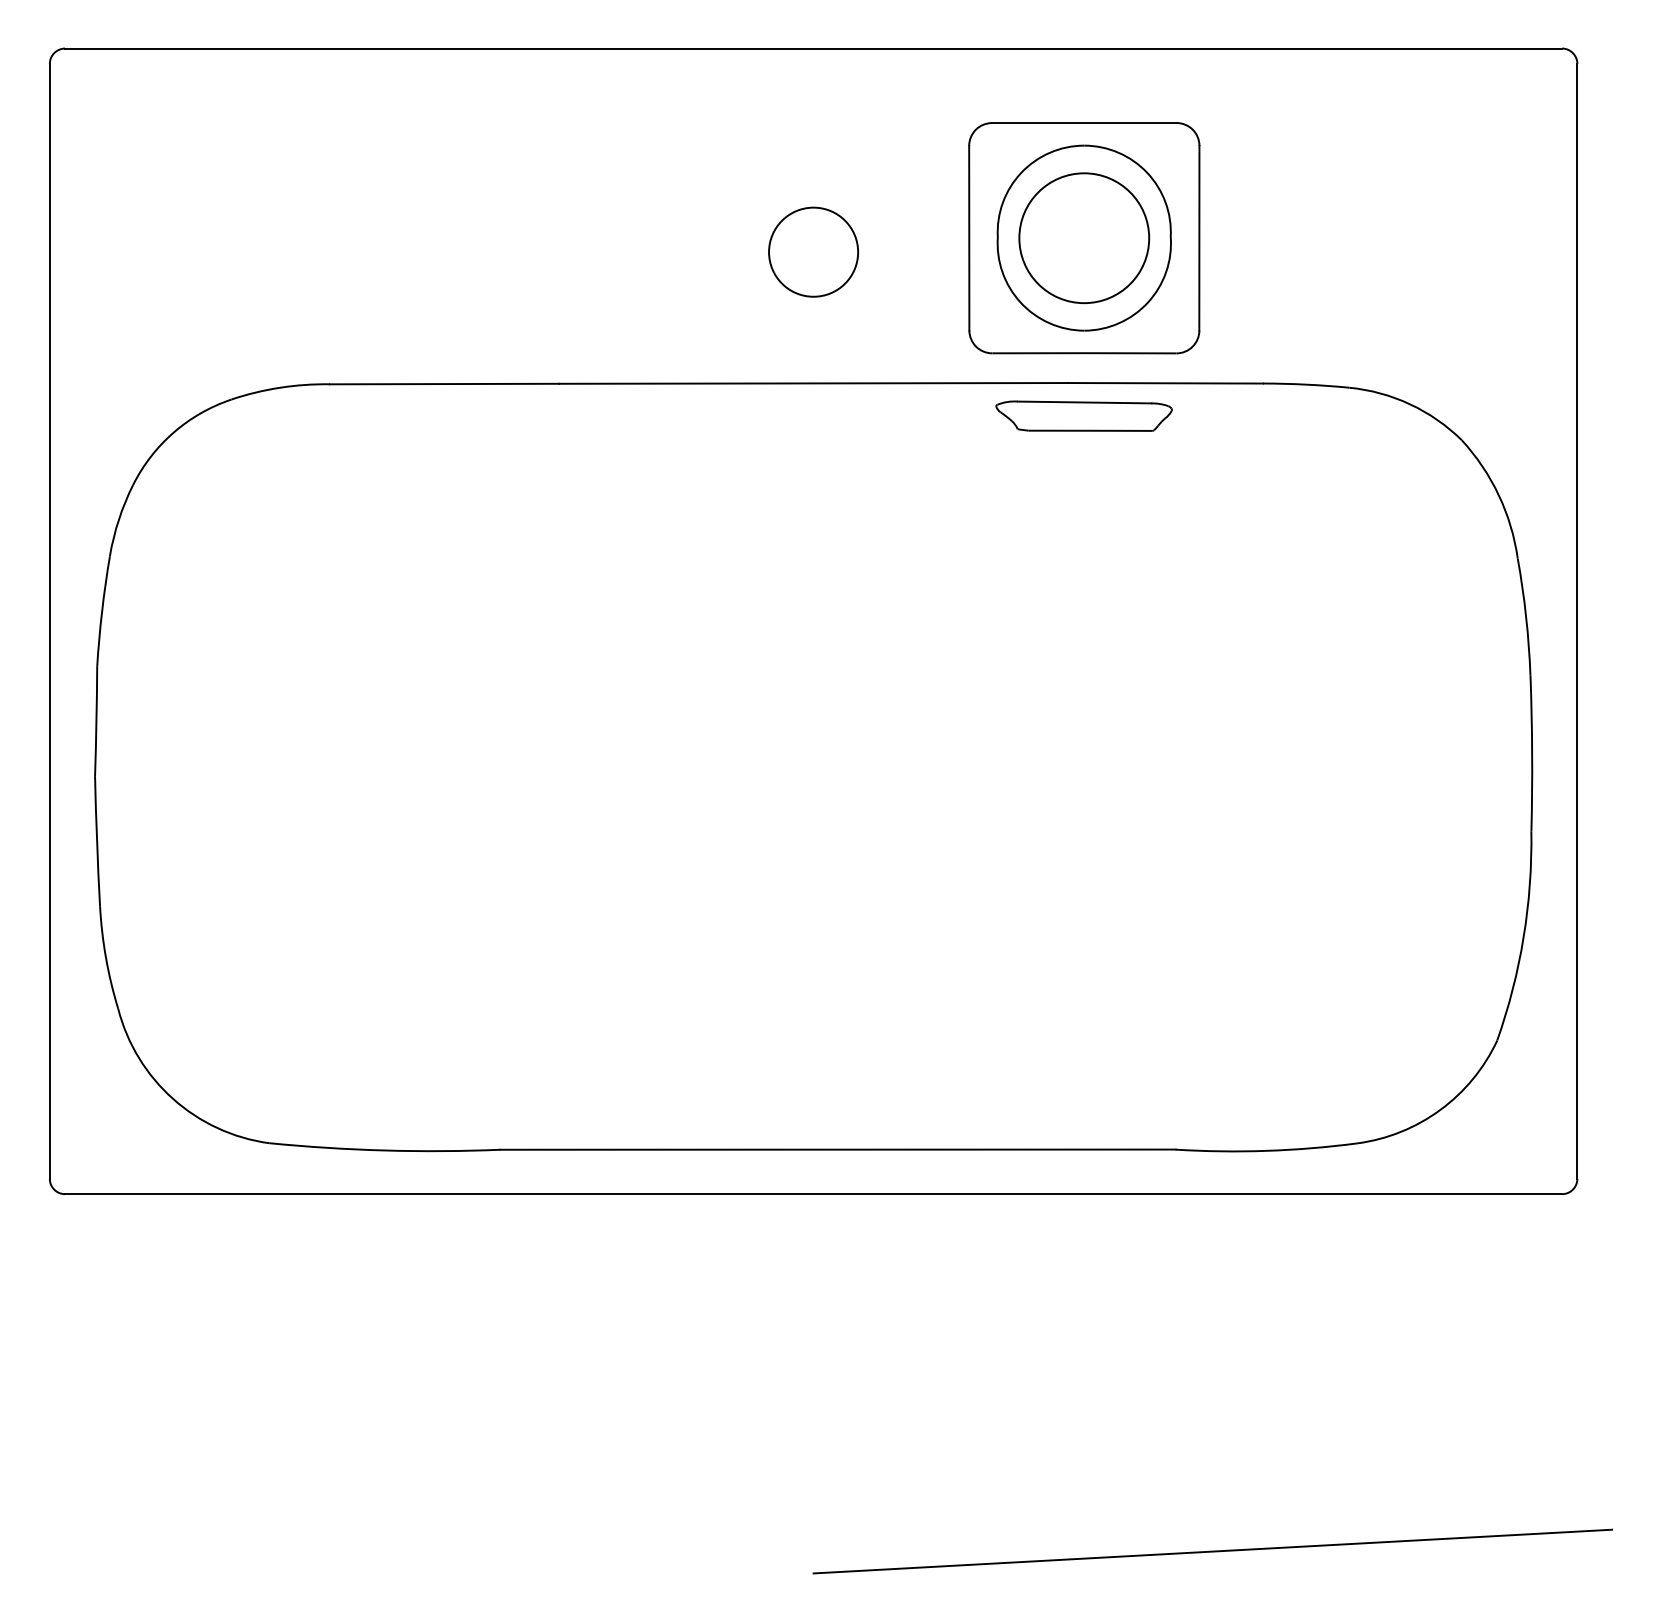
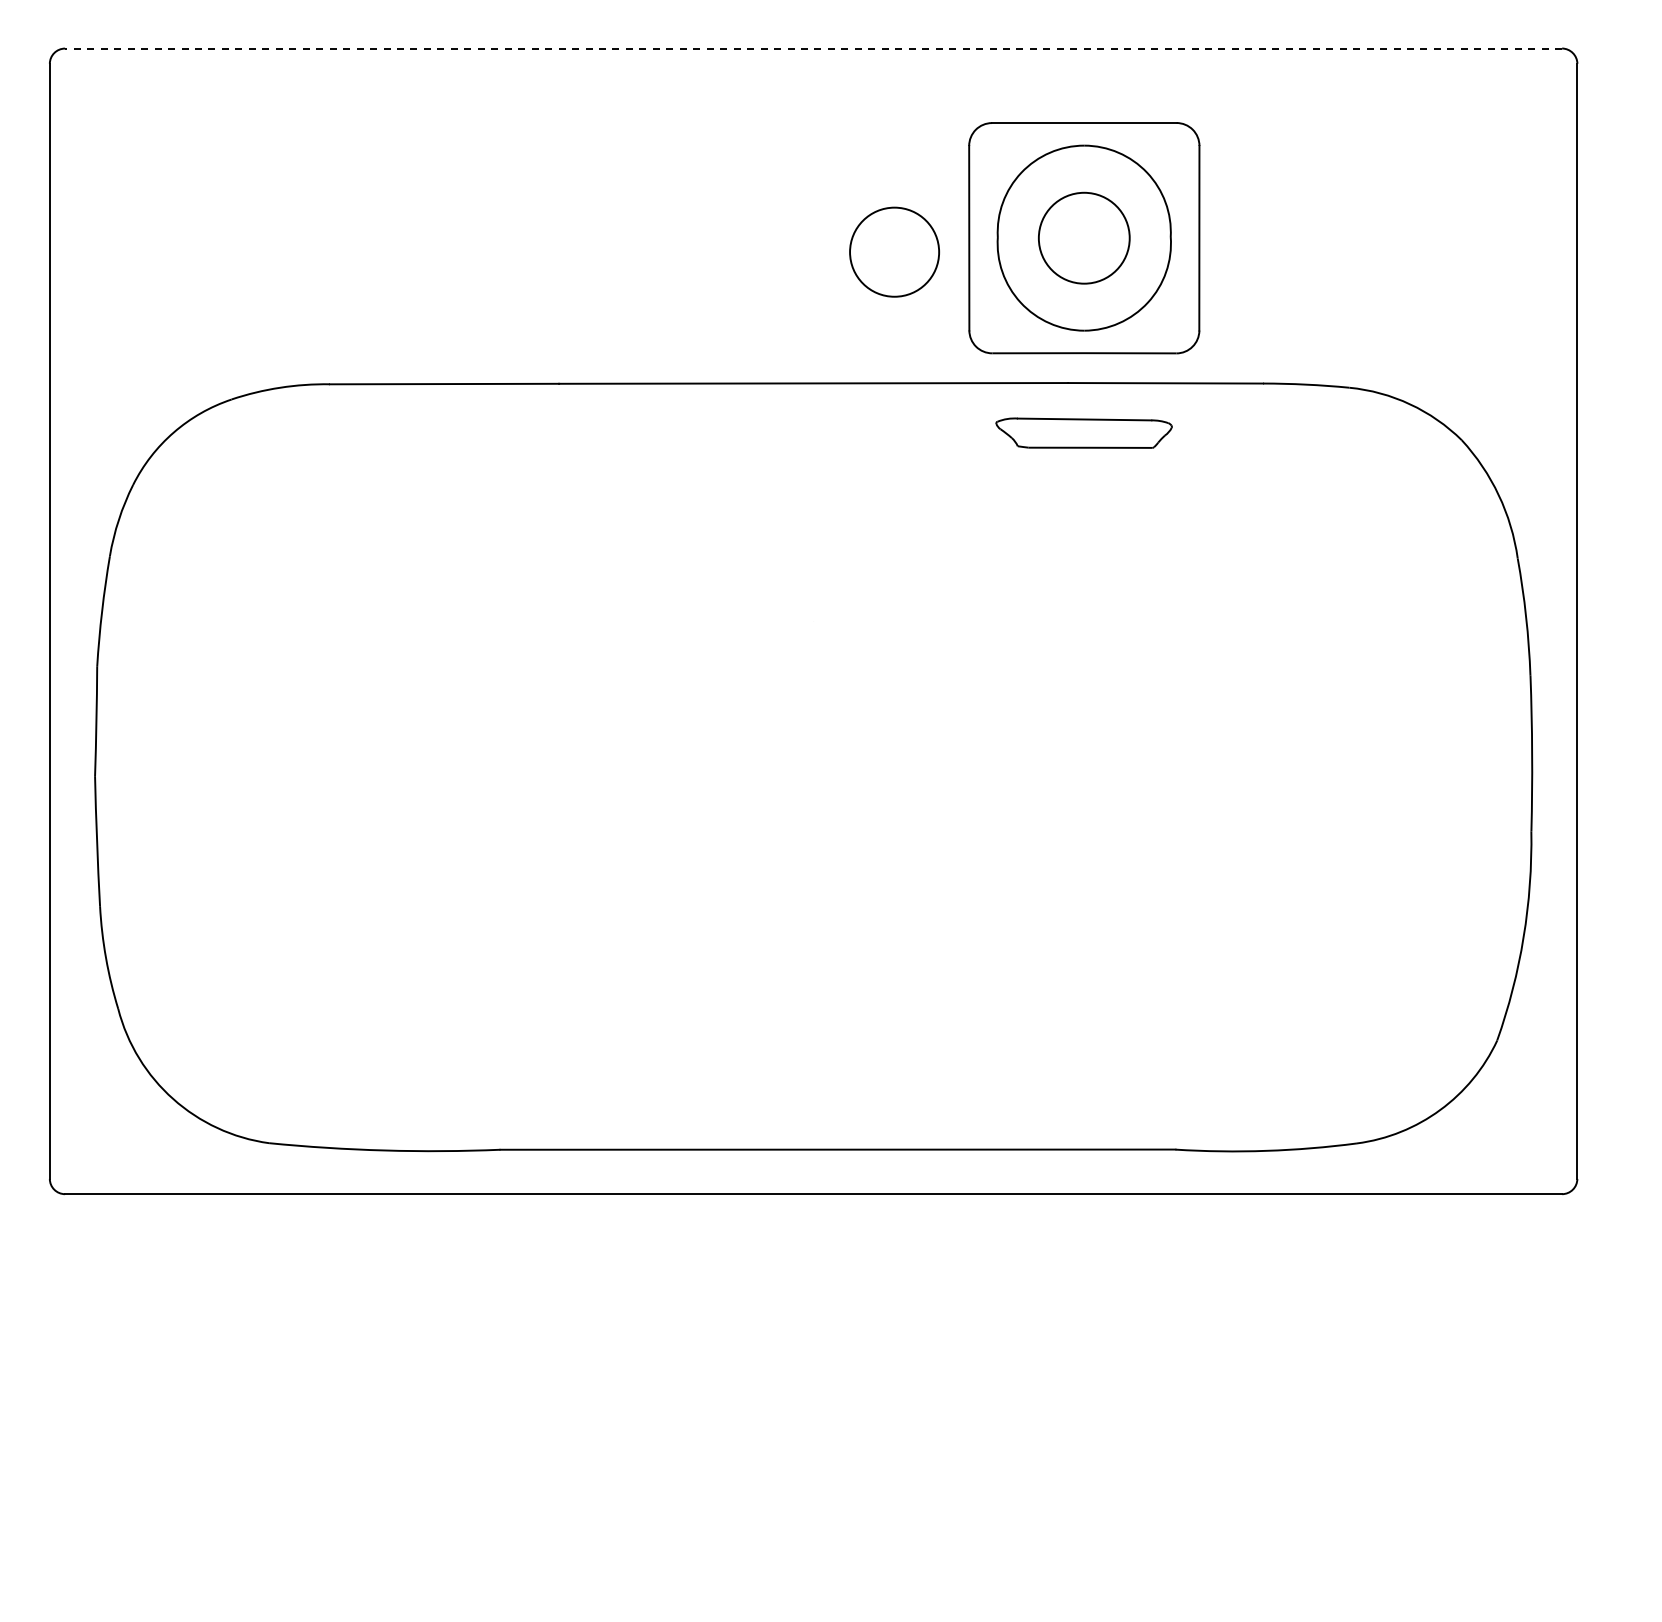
line at (813, 48): solid -> dashed
circle at (1084, 238) diameter: 130 px -> 91 px
circle at (813, 251) position: (813, 251) -> (894, 251)
part at (1083, 415) position: (1083, 415) -> (1083, 432)
line at (1212, 1551): present -> none
